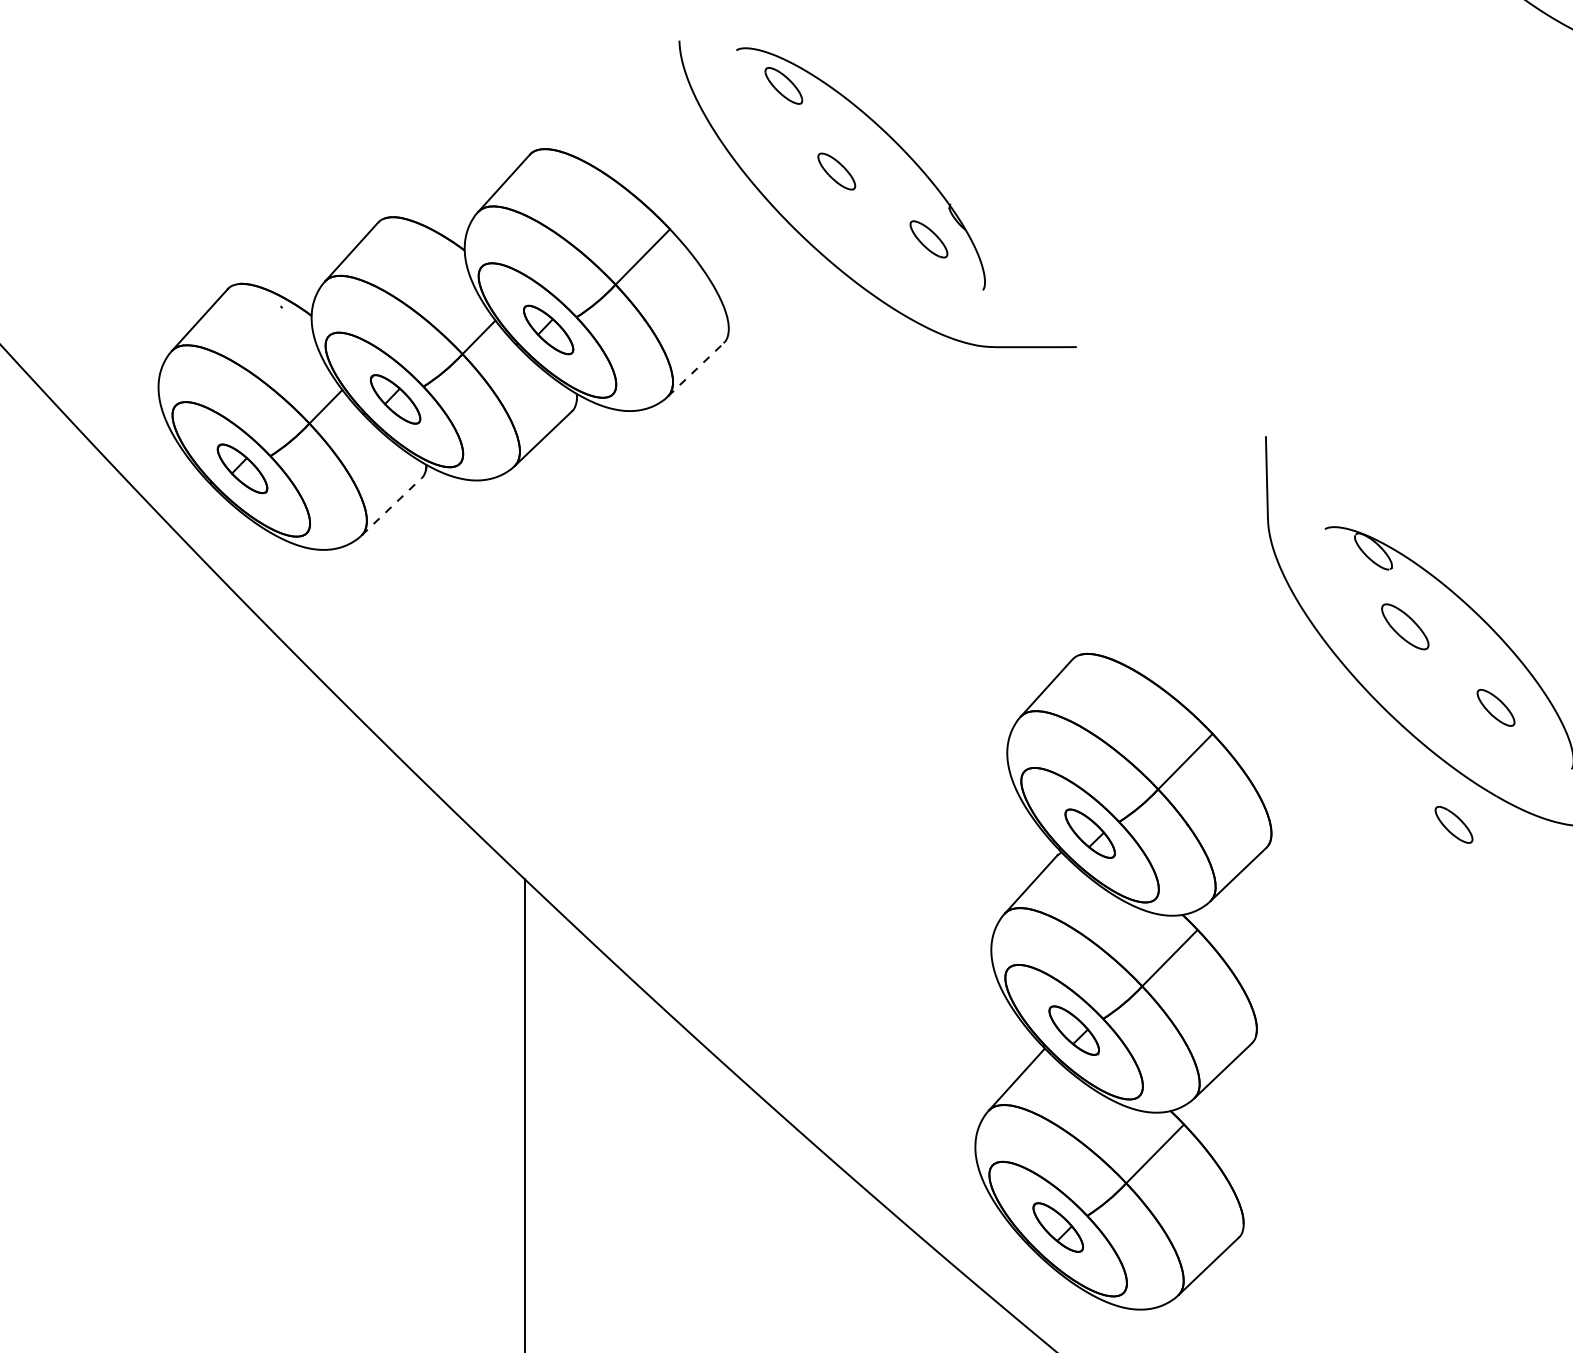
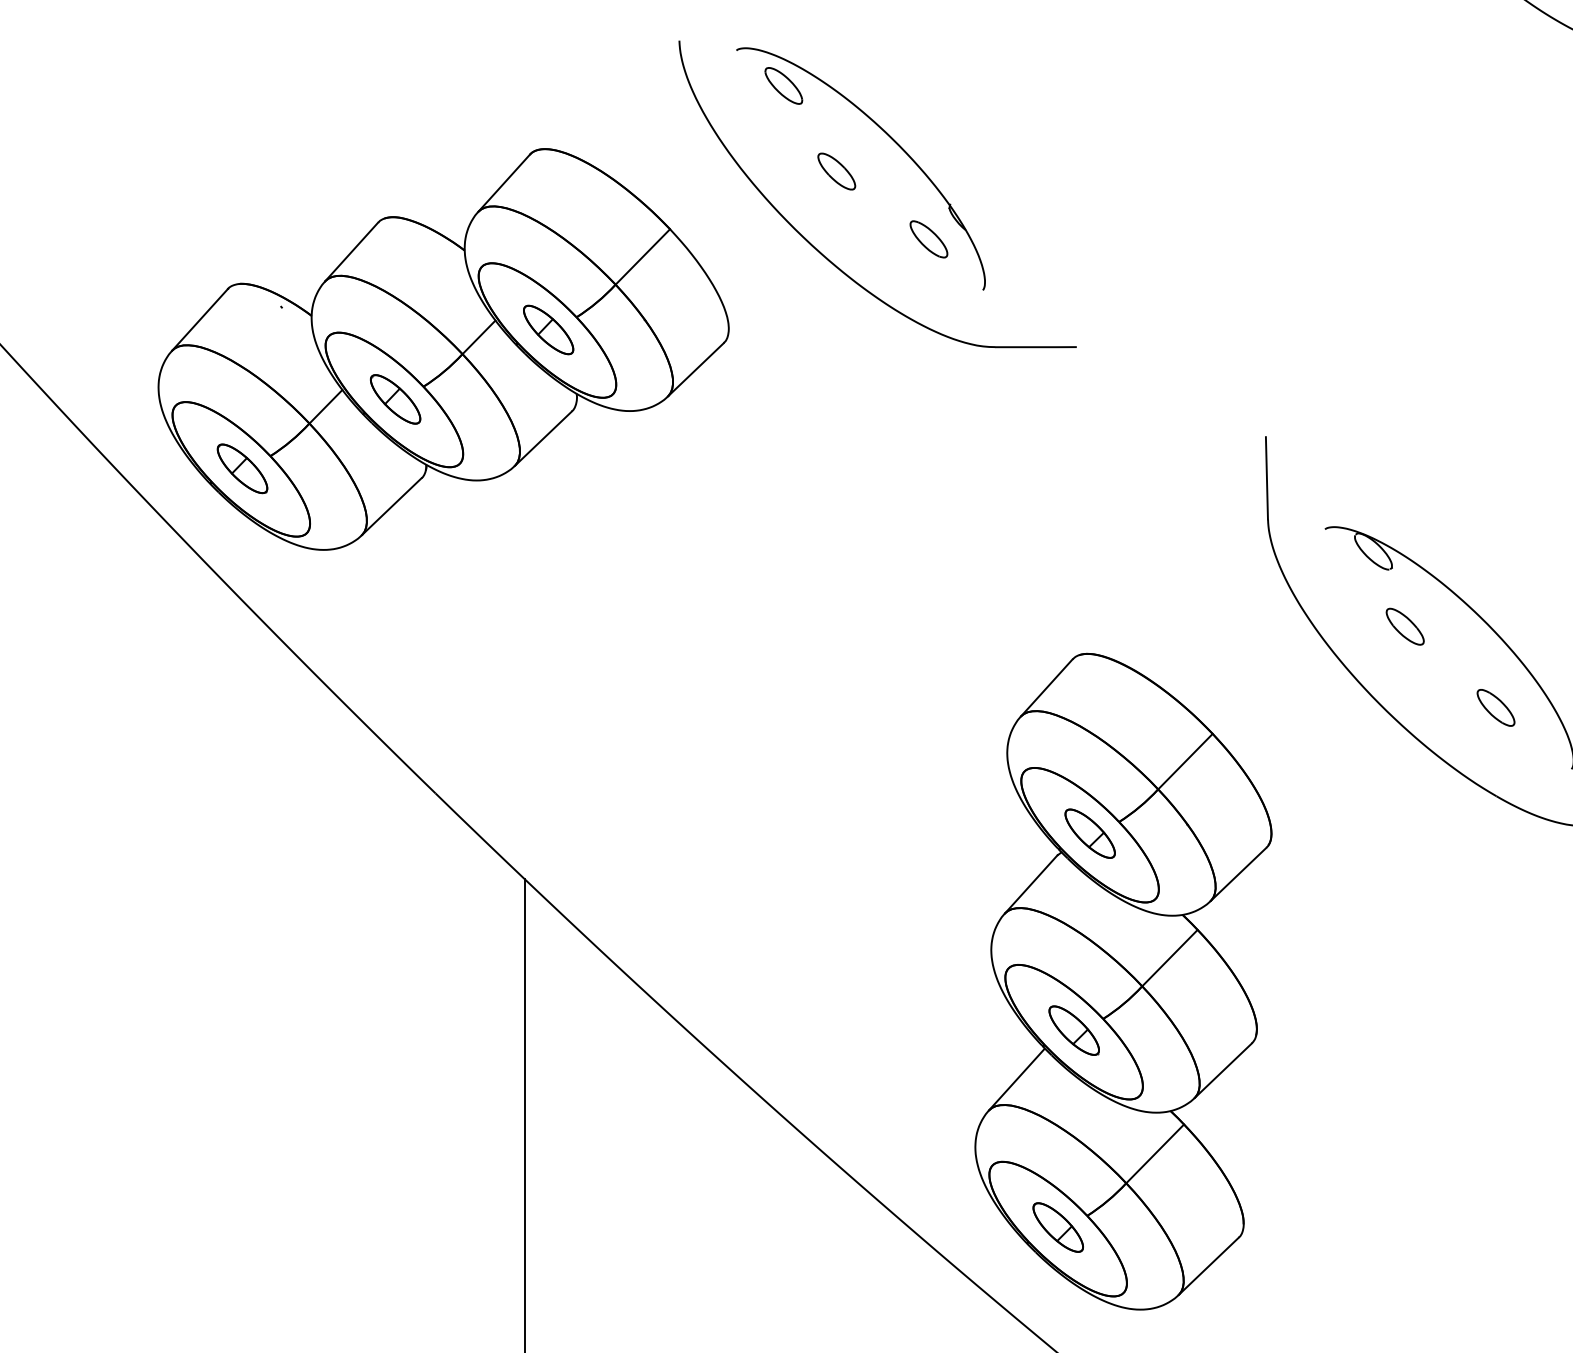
line at (695, 369): dashed -> solid
line at (392, 506): dashed -> solid
part at (1405, 626) size: 49x48 px -> 40x39 px
part at (1453, 824): present -> none
